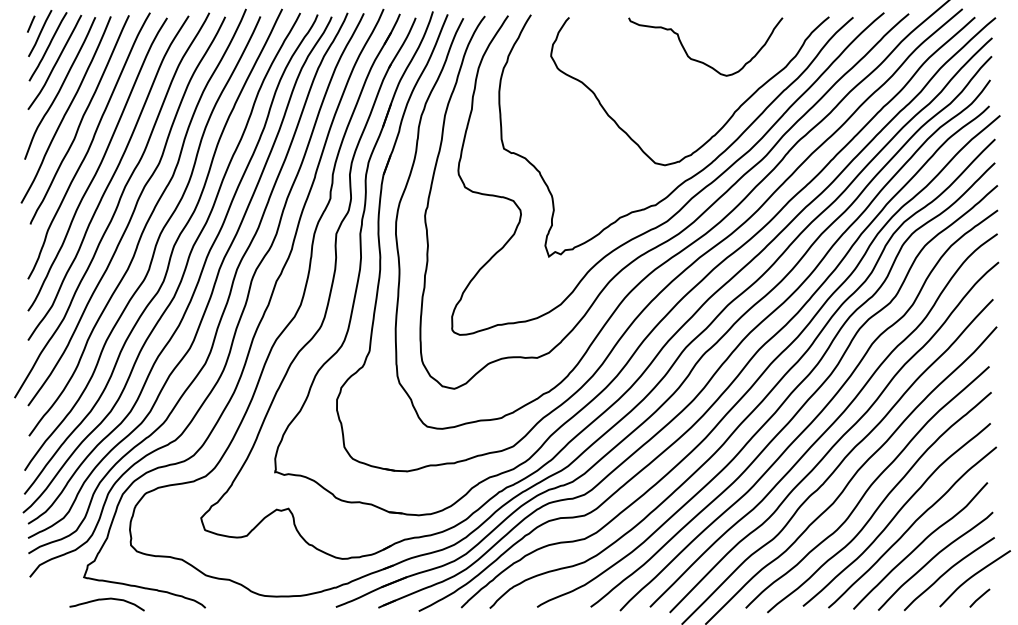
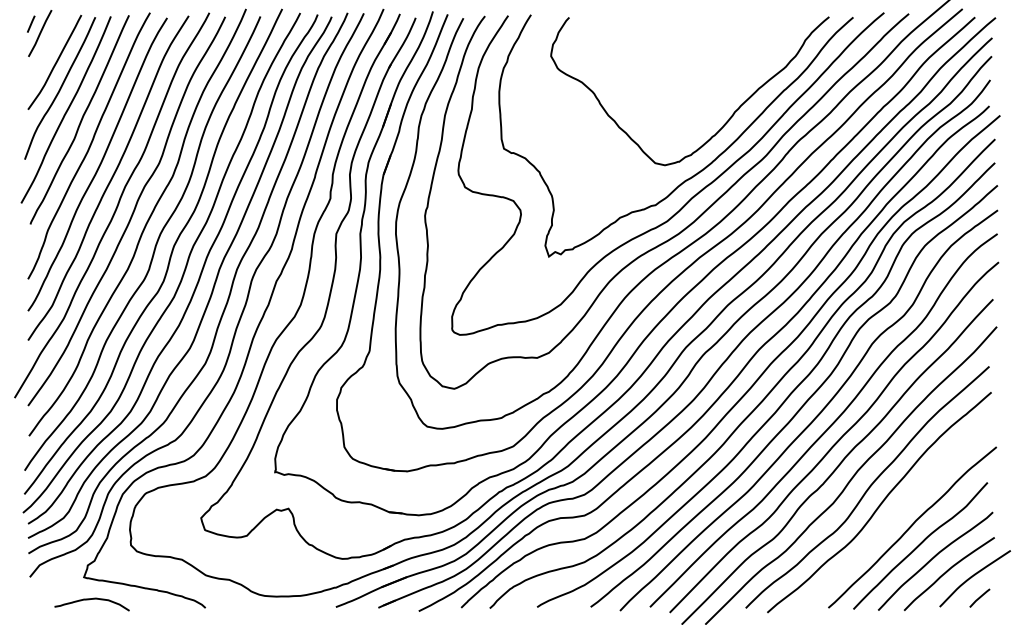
line at (47, 46): present -> none
curve at (699, 60): present -> none
curve at (896, 514): present -> none
curve at (104, 600) position: (104, 600) -> (89, 600)
